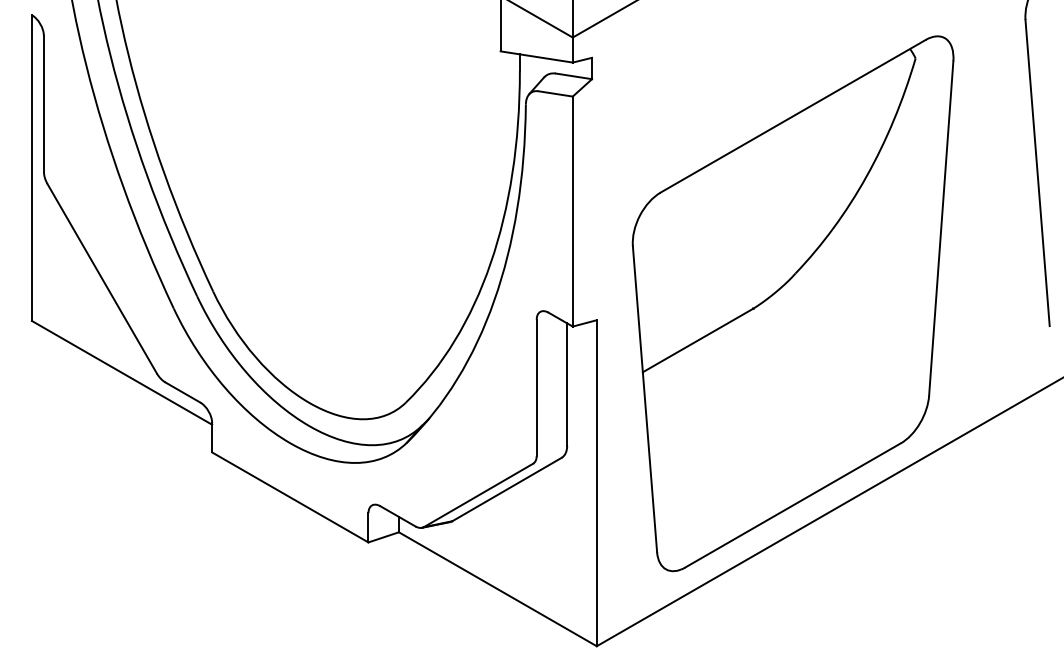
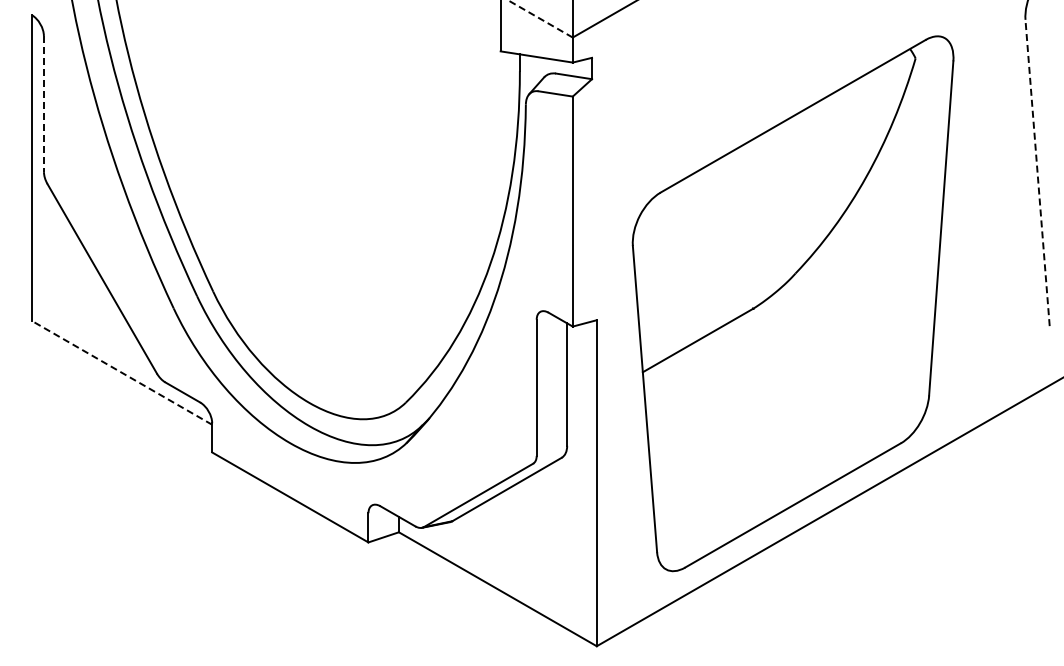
line at (540, 18): solid -> dashed
line at (43, 104): solid -> dashed
line at (1037, 172): solid -> dashed
line at (121, 372): solid -> dashed
